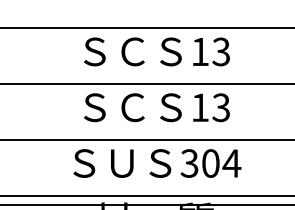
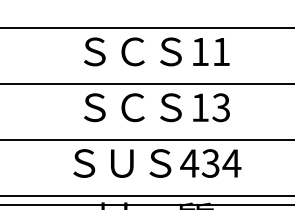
text at (220, 51): 13 -> 11
text at (199, 163): 304 -> 434
